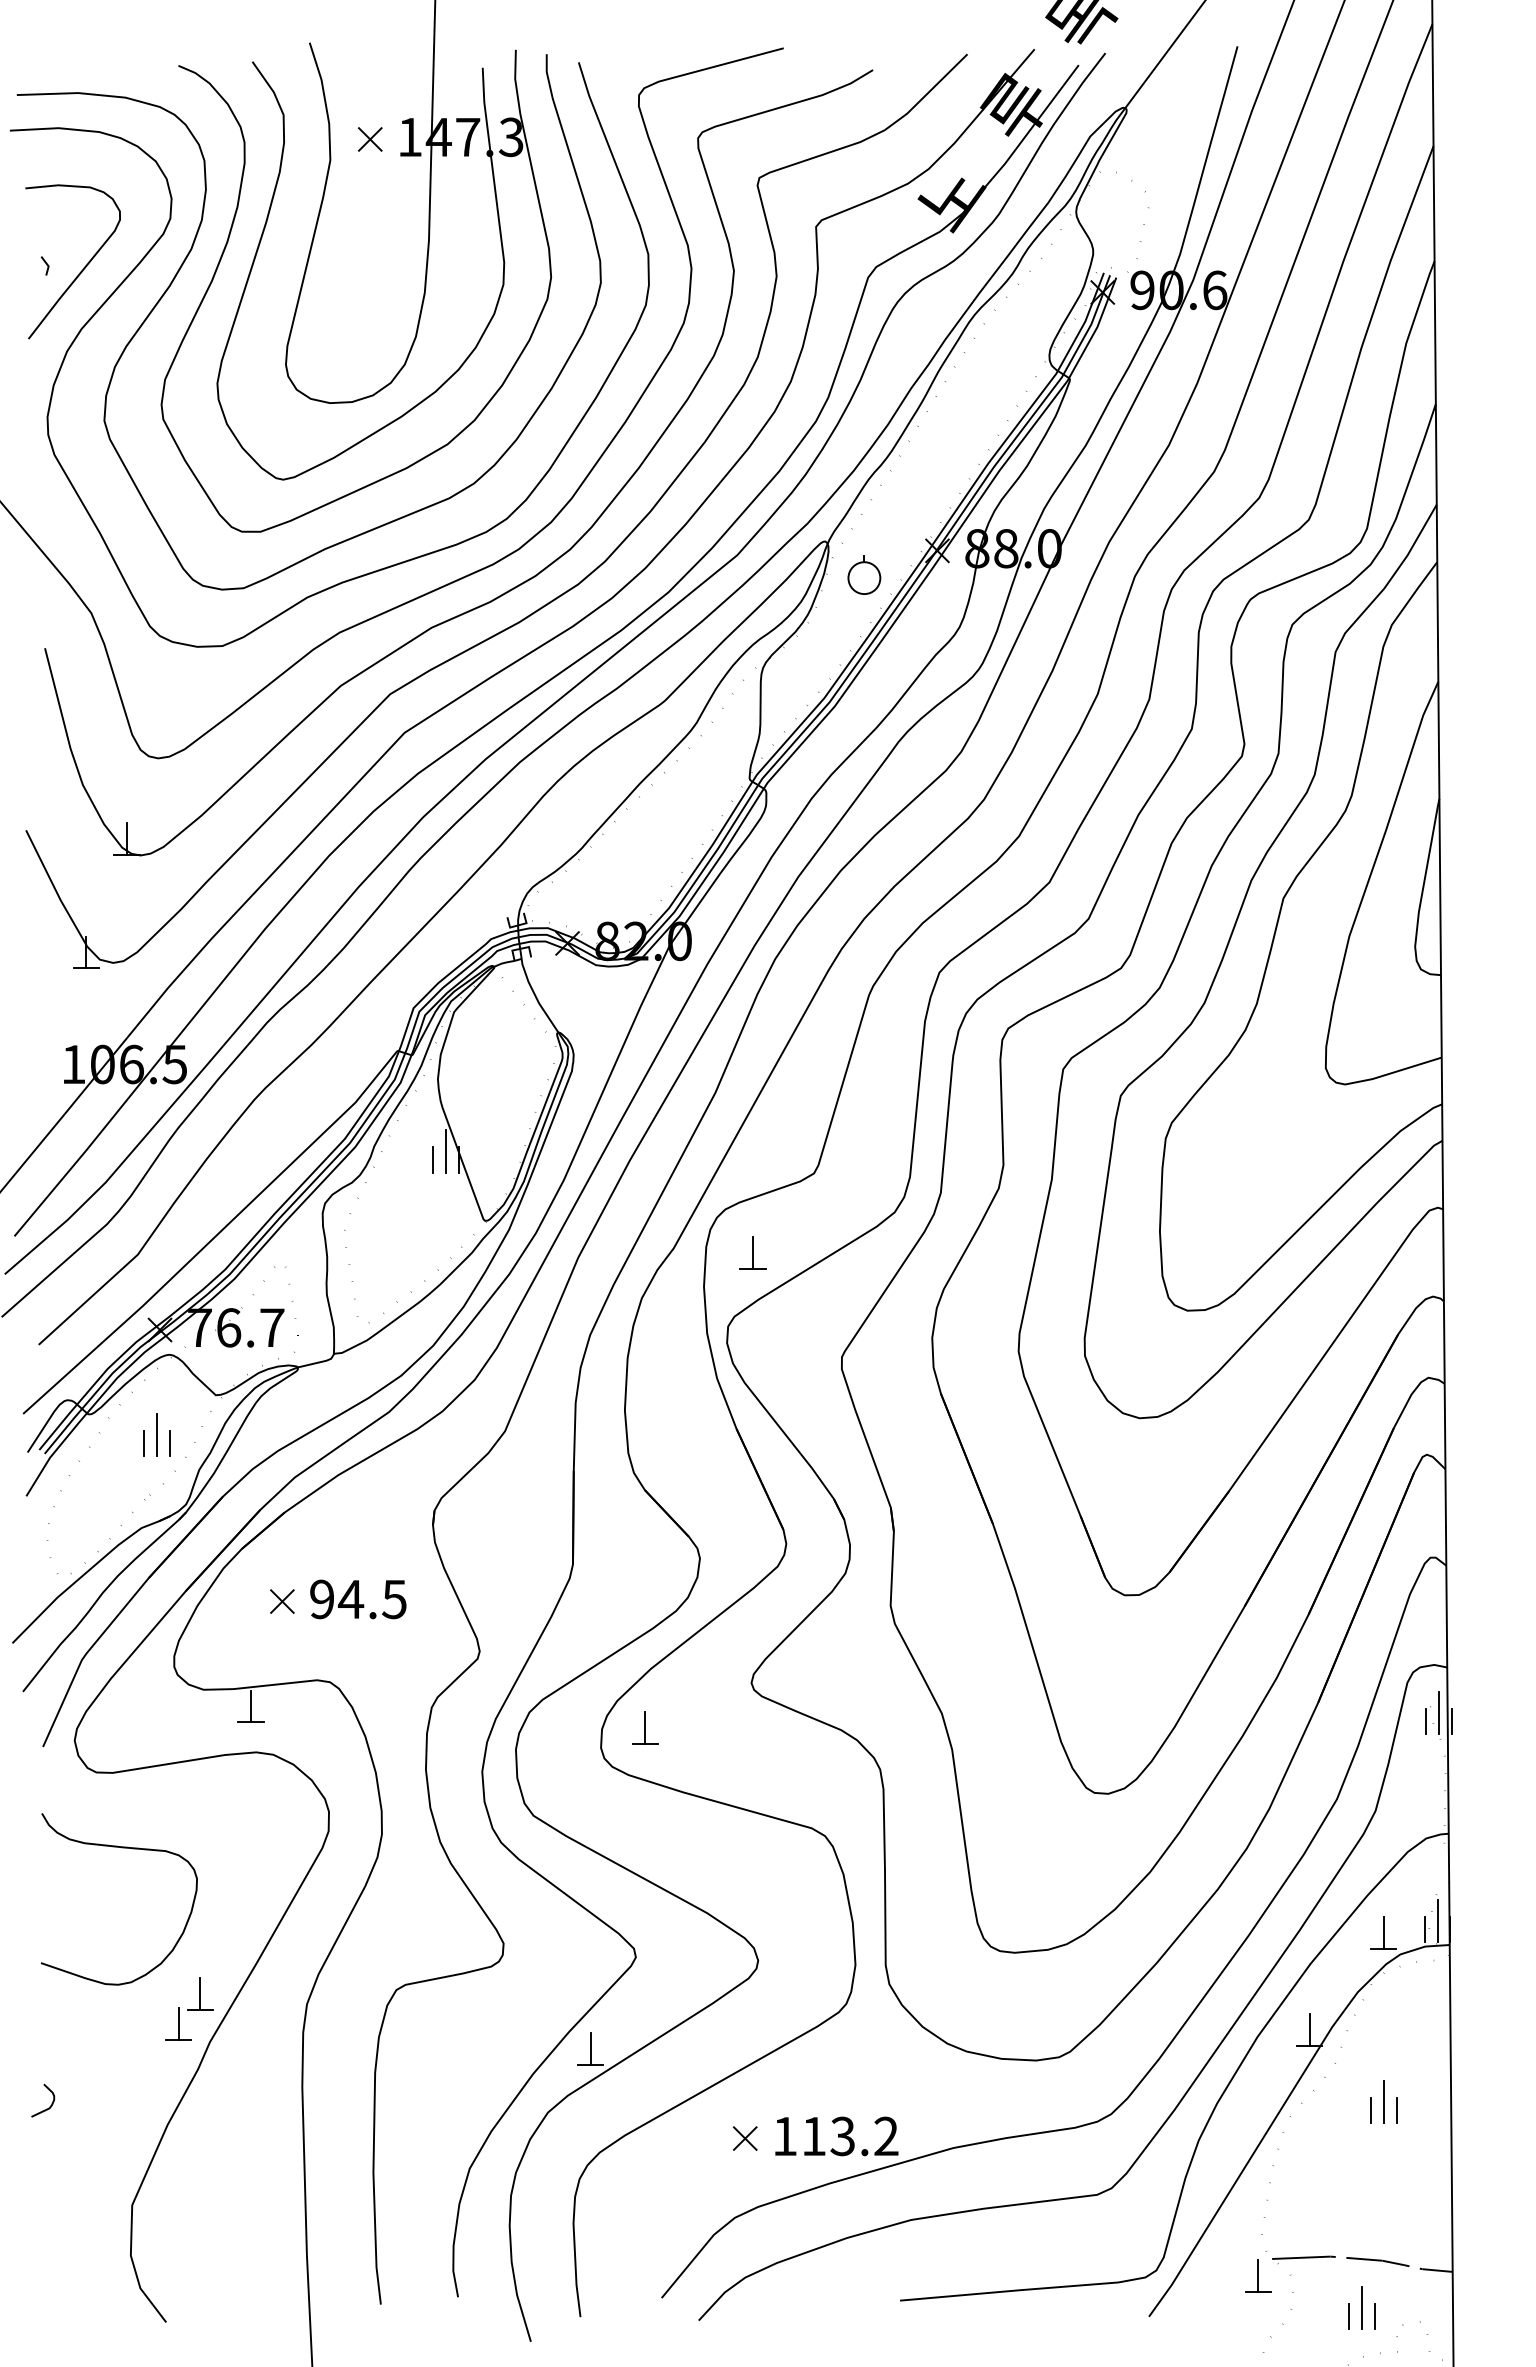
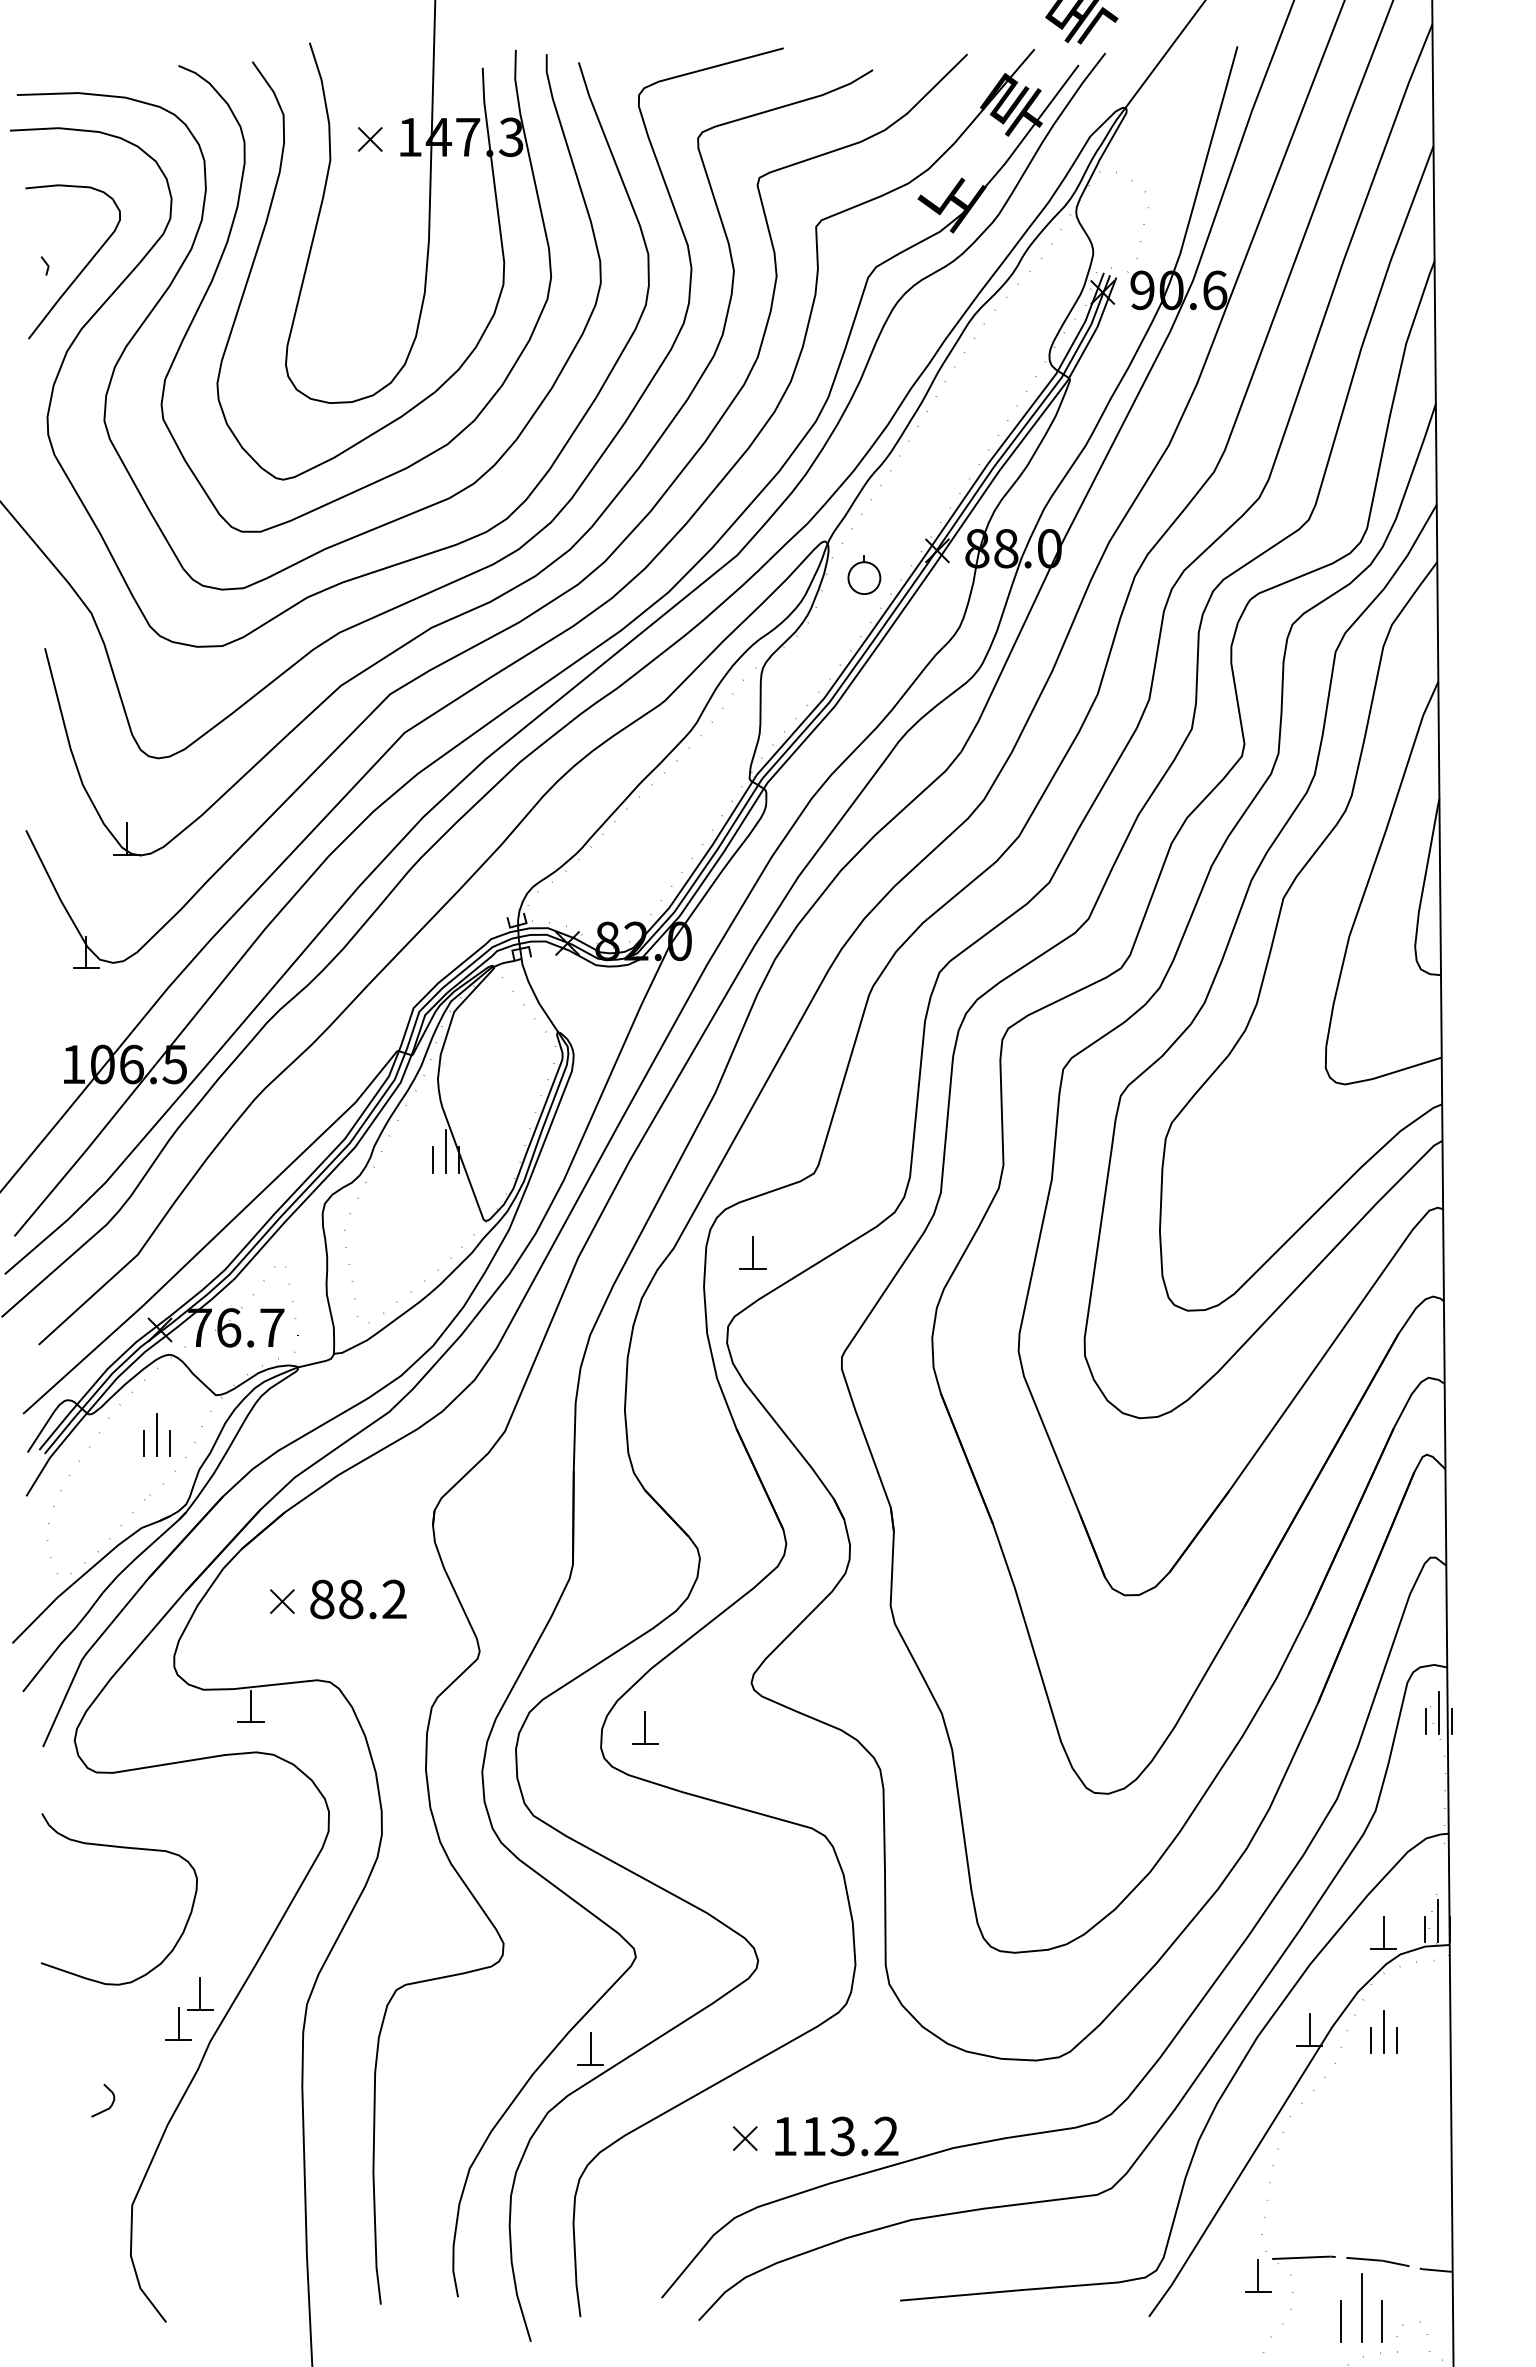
text at (358, 1599): 94.5 -> 88.2
part at (1383, 2101) position: (1383, 2101) -> (1383, 2031)
curve at (49, 2106) position: (49, 2106) -> (109, 2106)
part at (1361, 2307) size: 28x44 px -> 43x70 px
